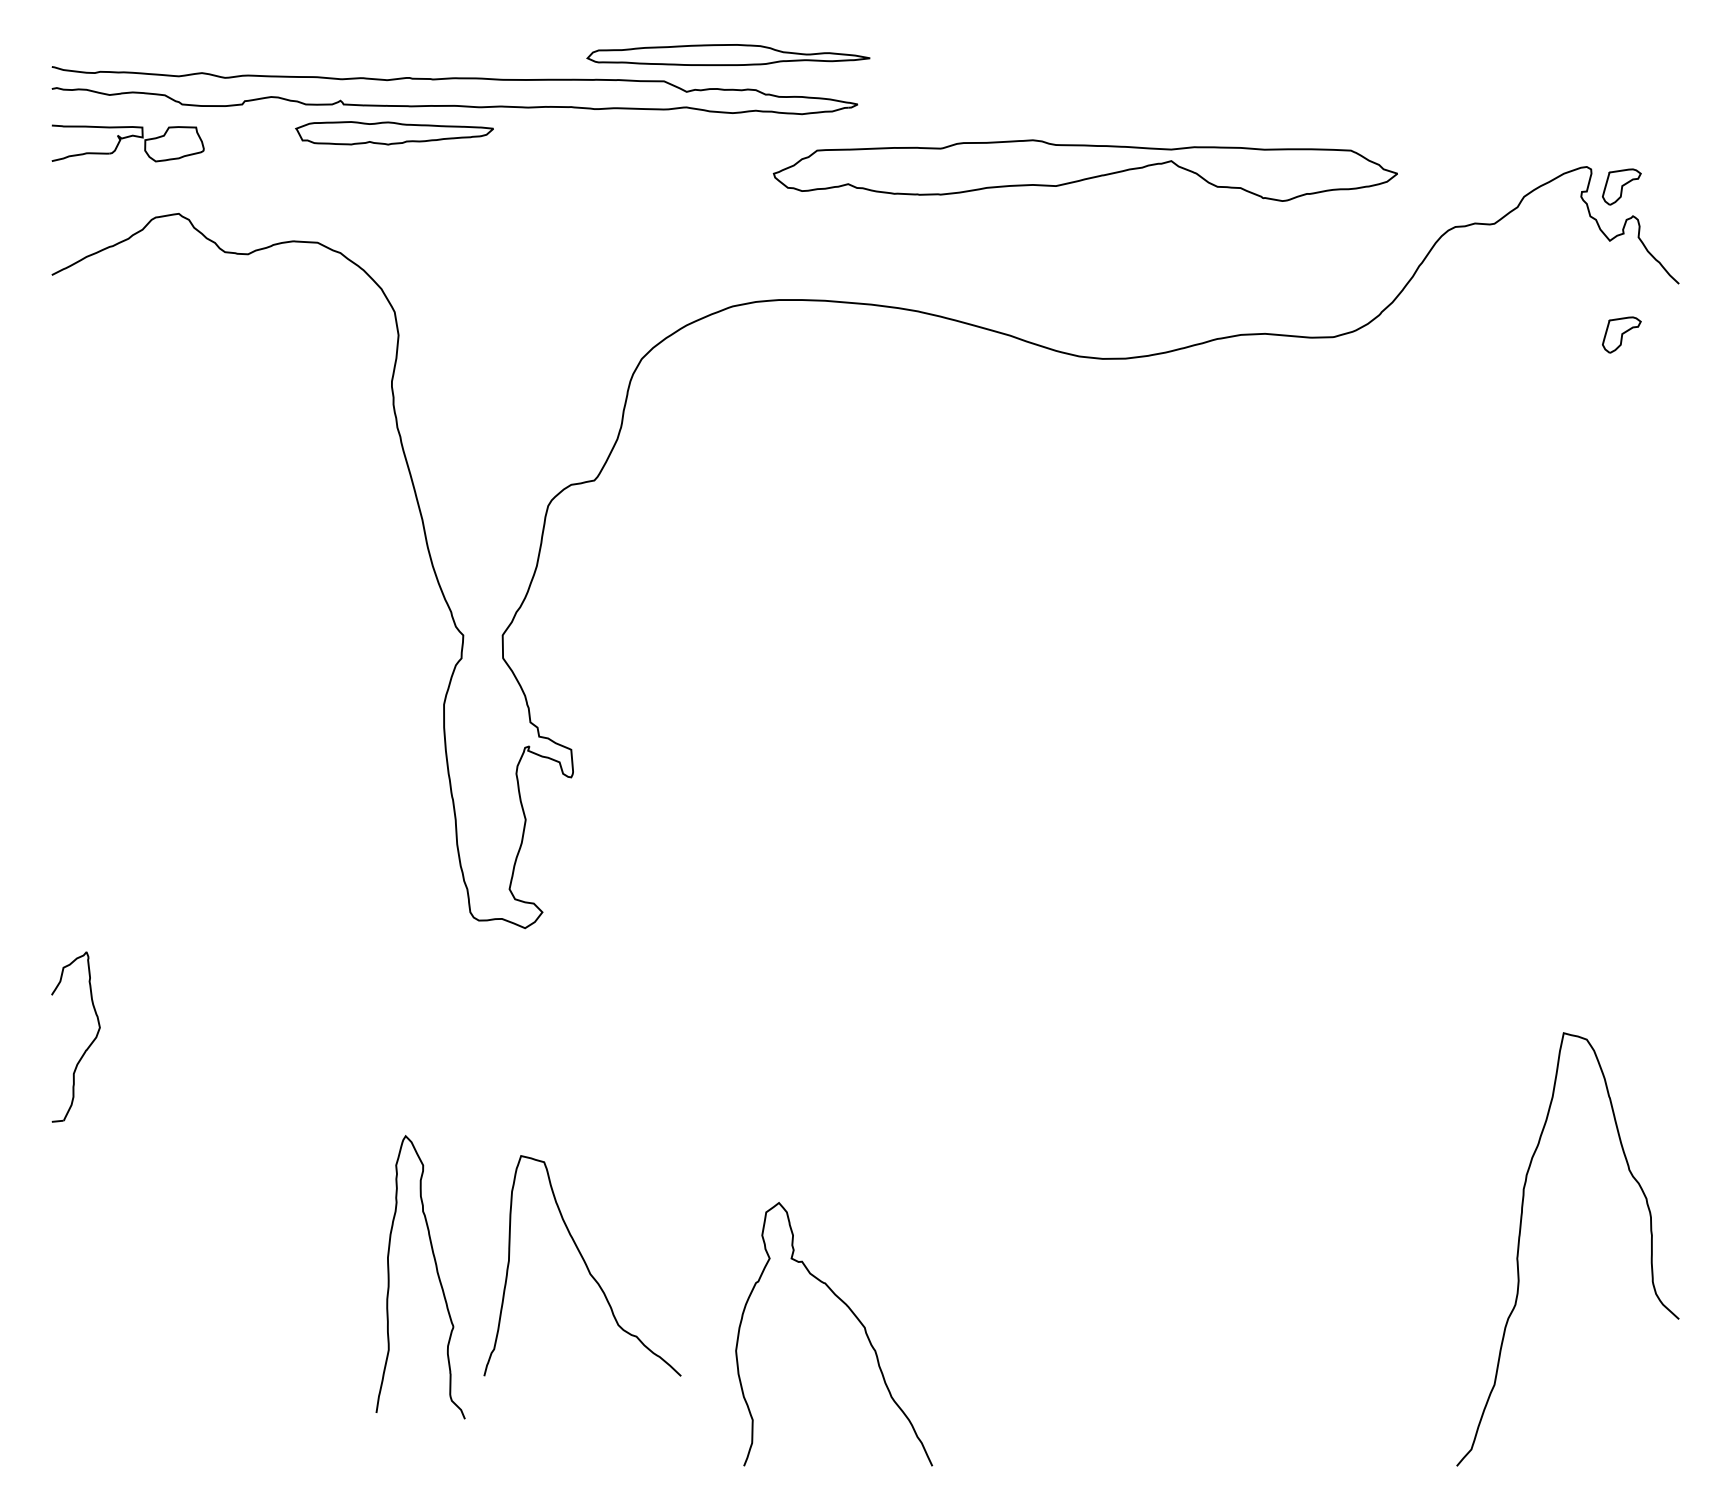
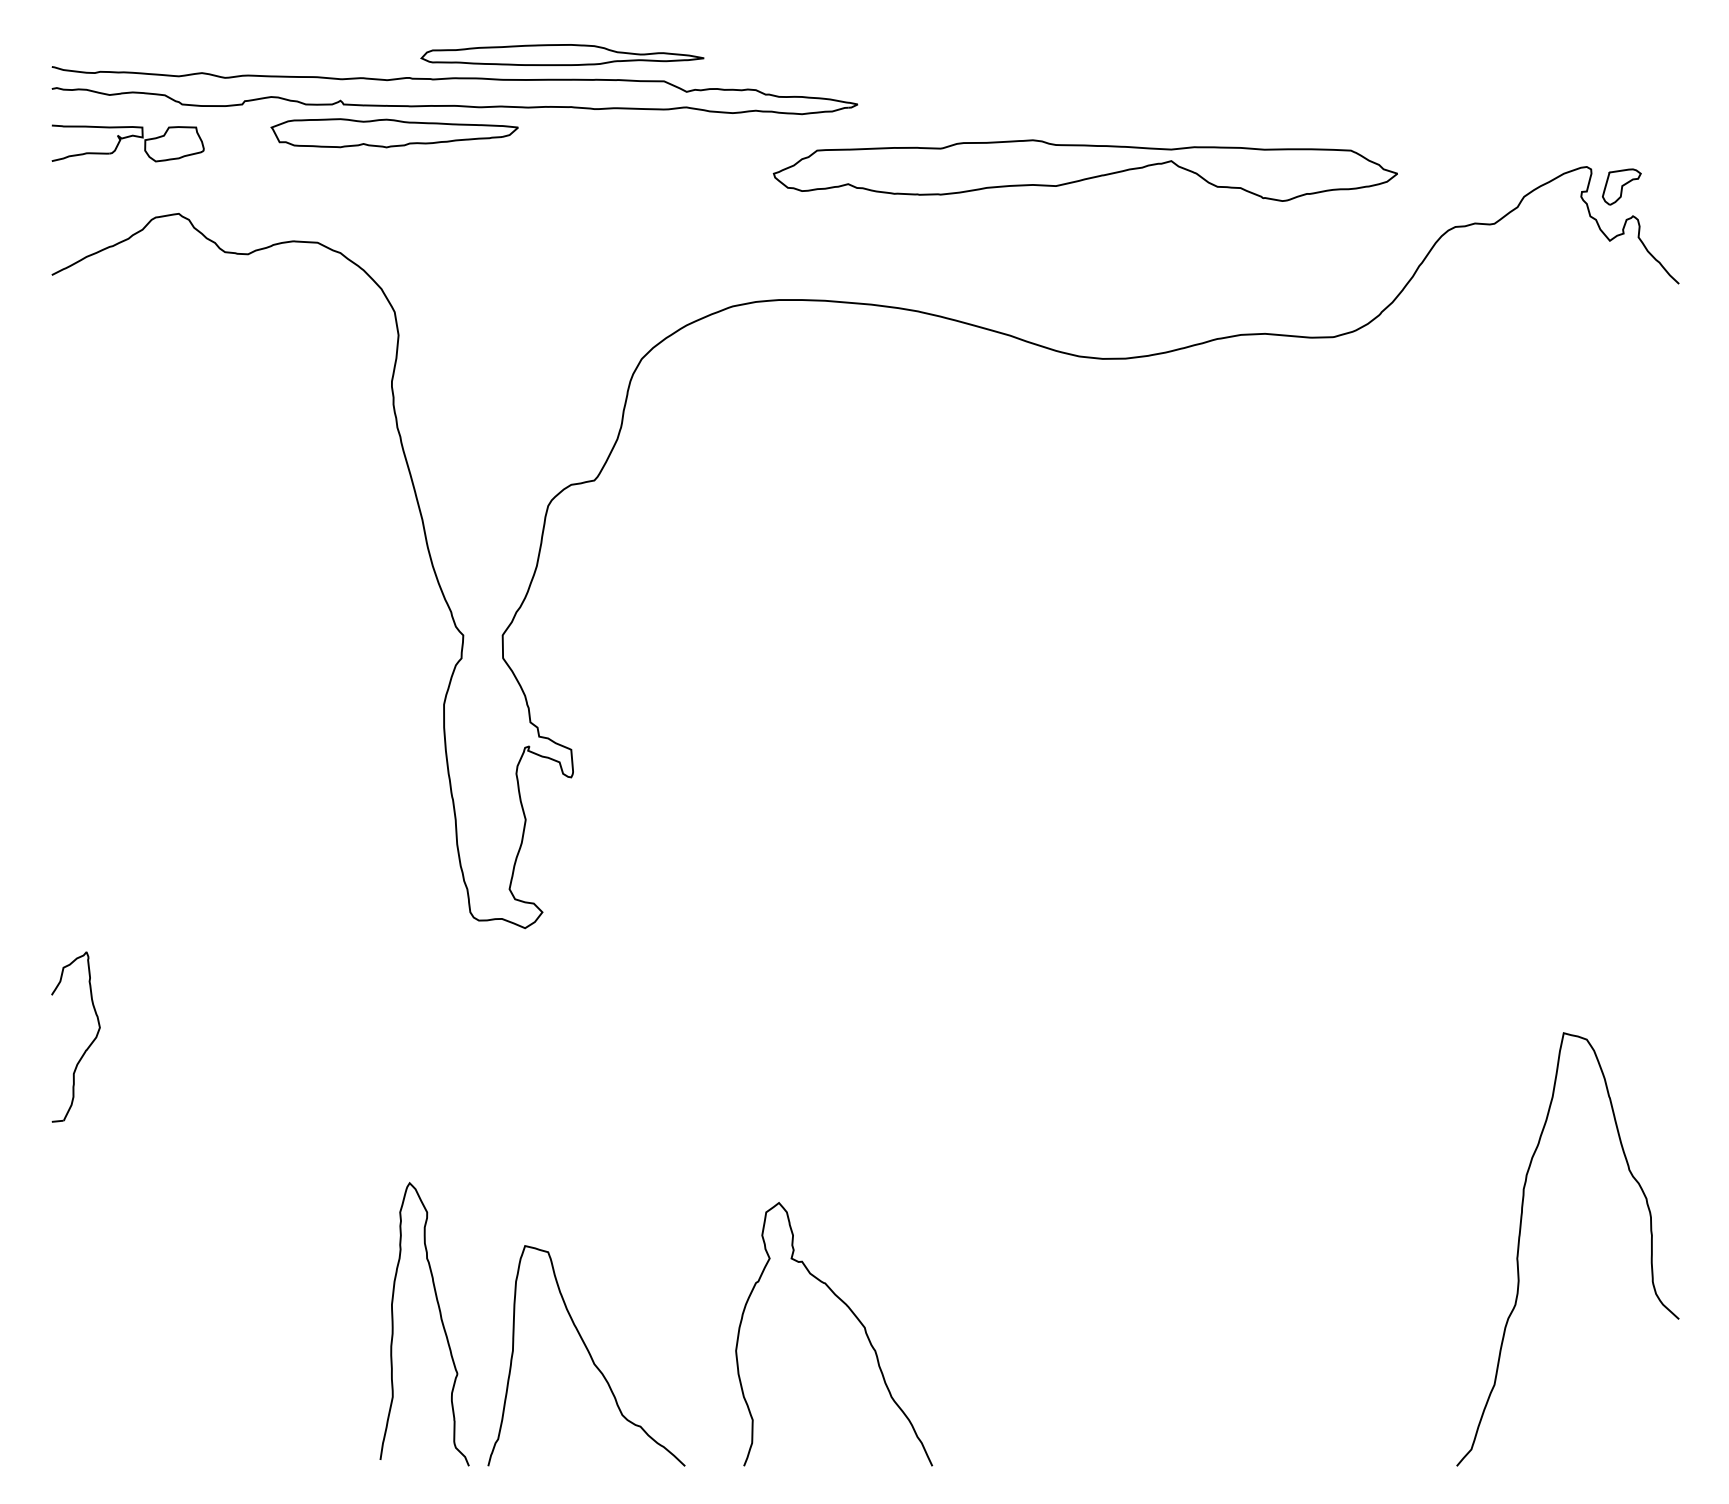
part at (728, 55) position: (728, 55) -> (562, 55)
part at (394, 133) size: 199x25 px -> 249x31 px
part at (1621, 334): present -> none
curve at (584, 1263) position: (584, 1263) -> (588, 1353)
curve at (436, 1272) position: (436, 1272) -> (440, 1319)
